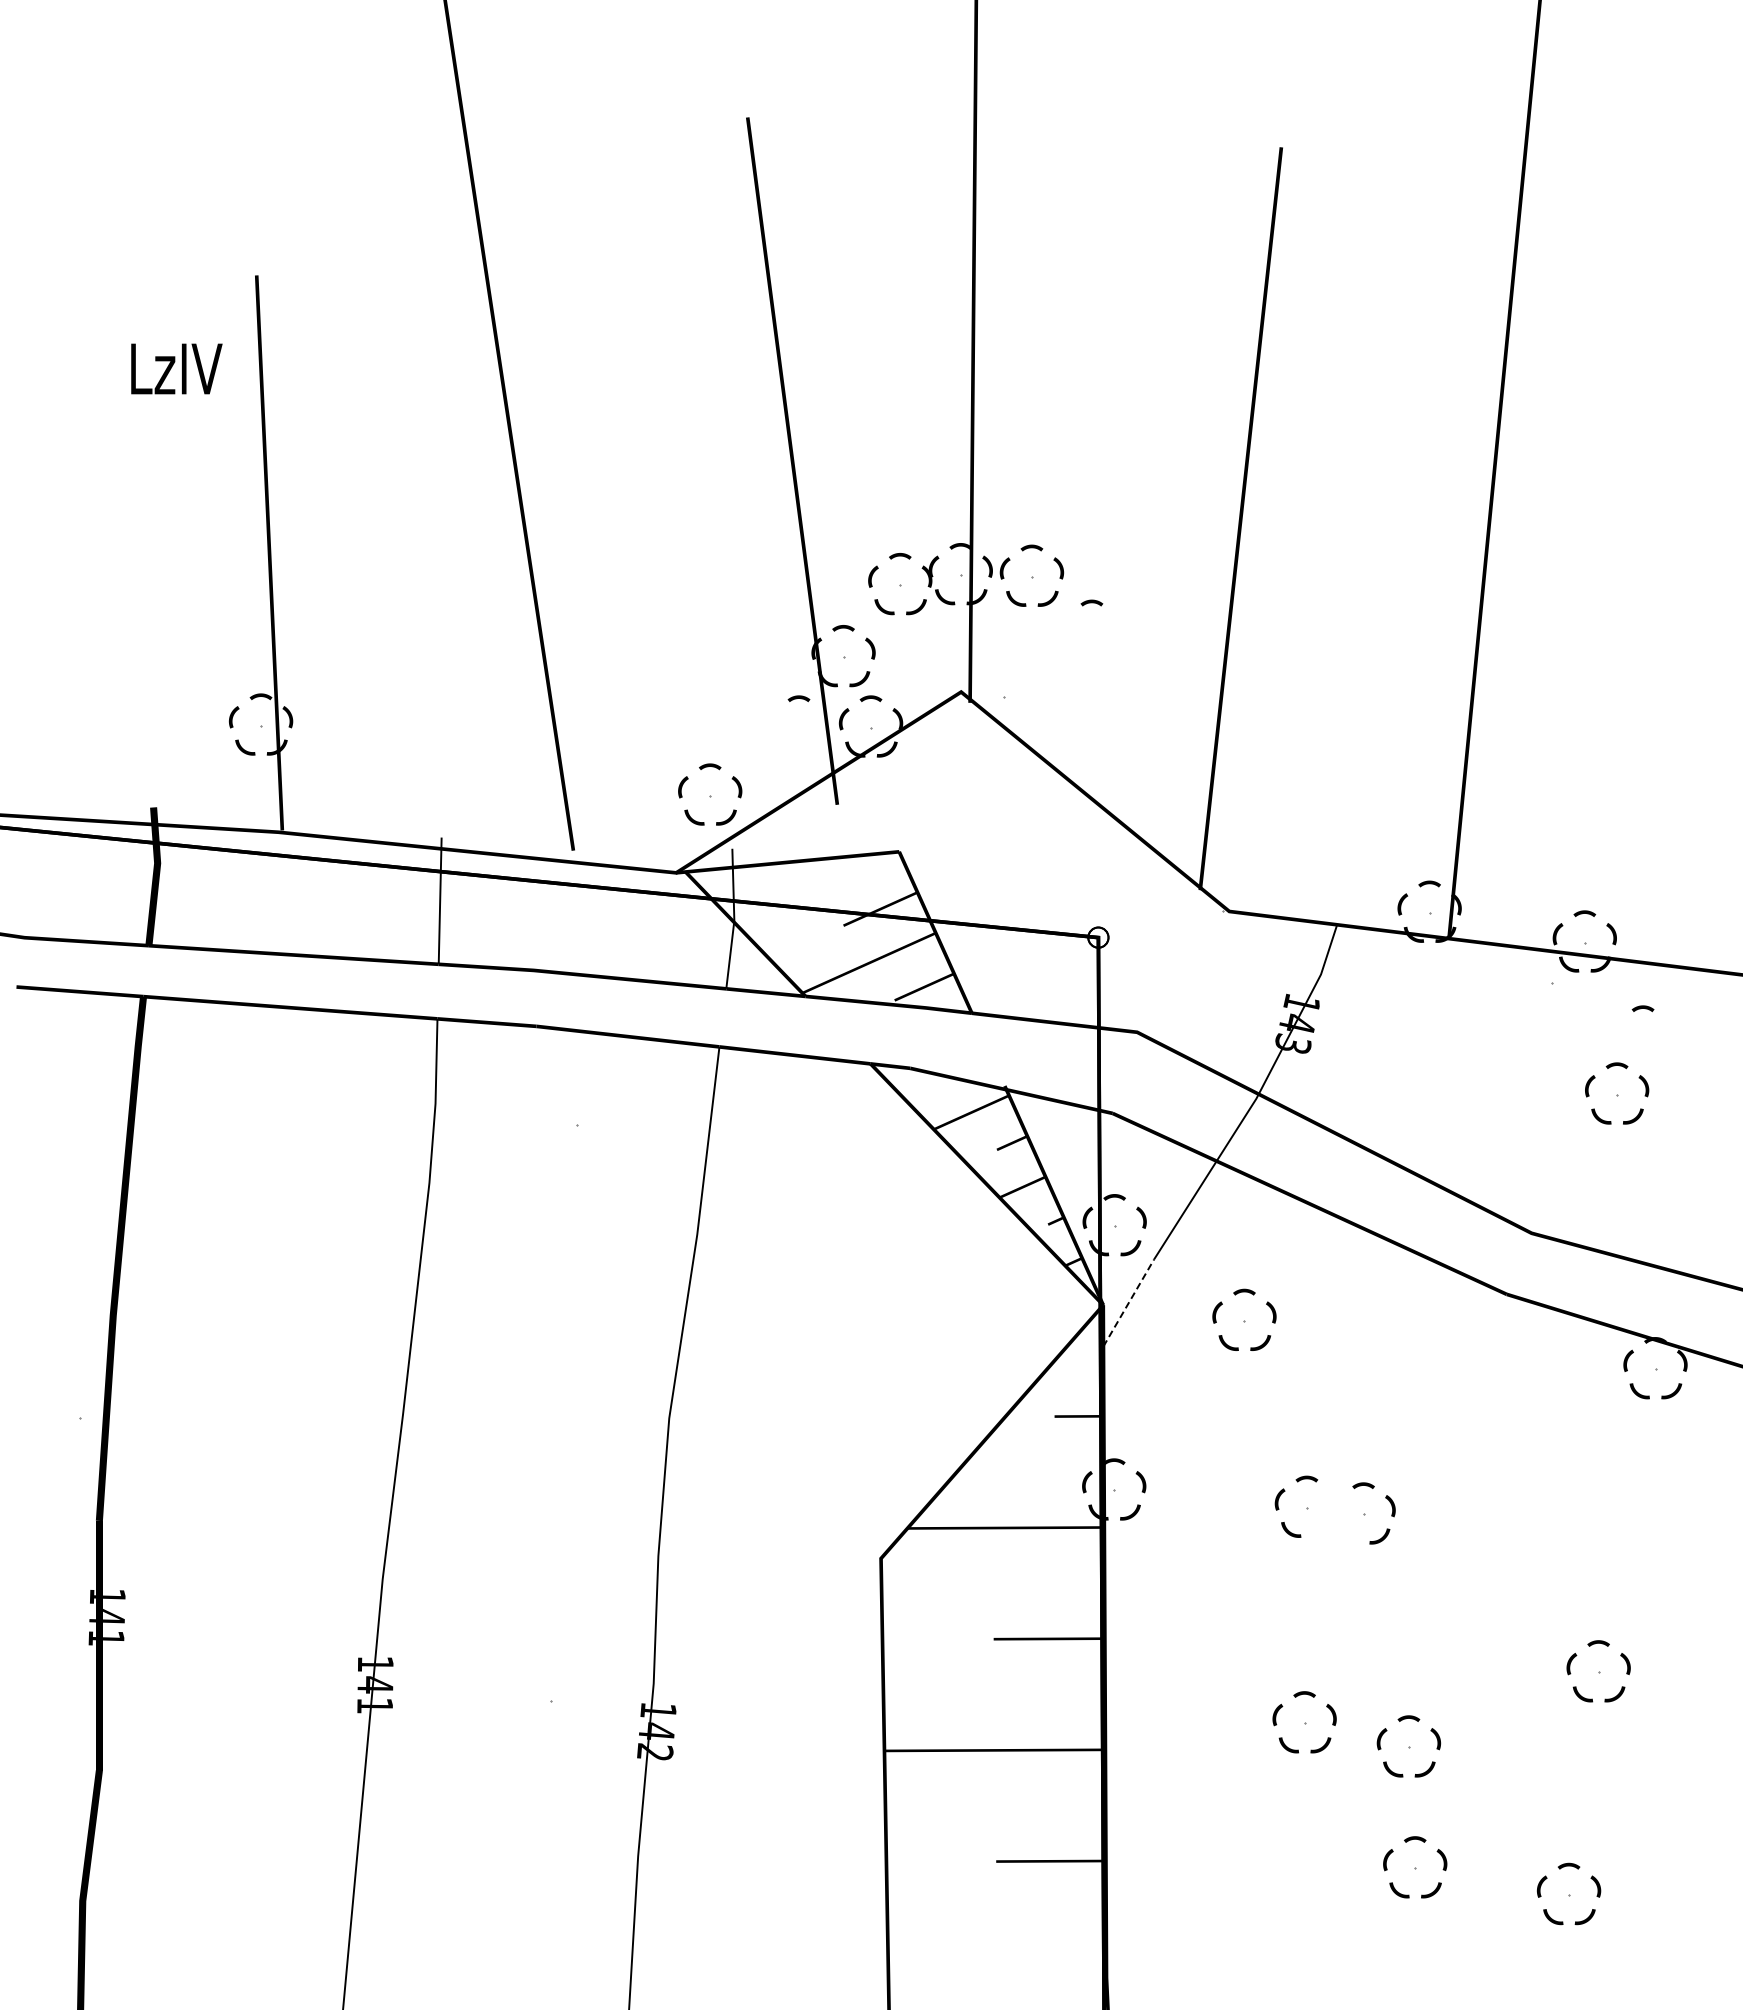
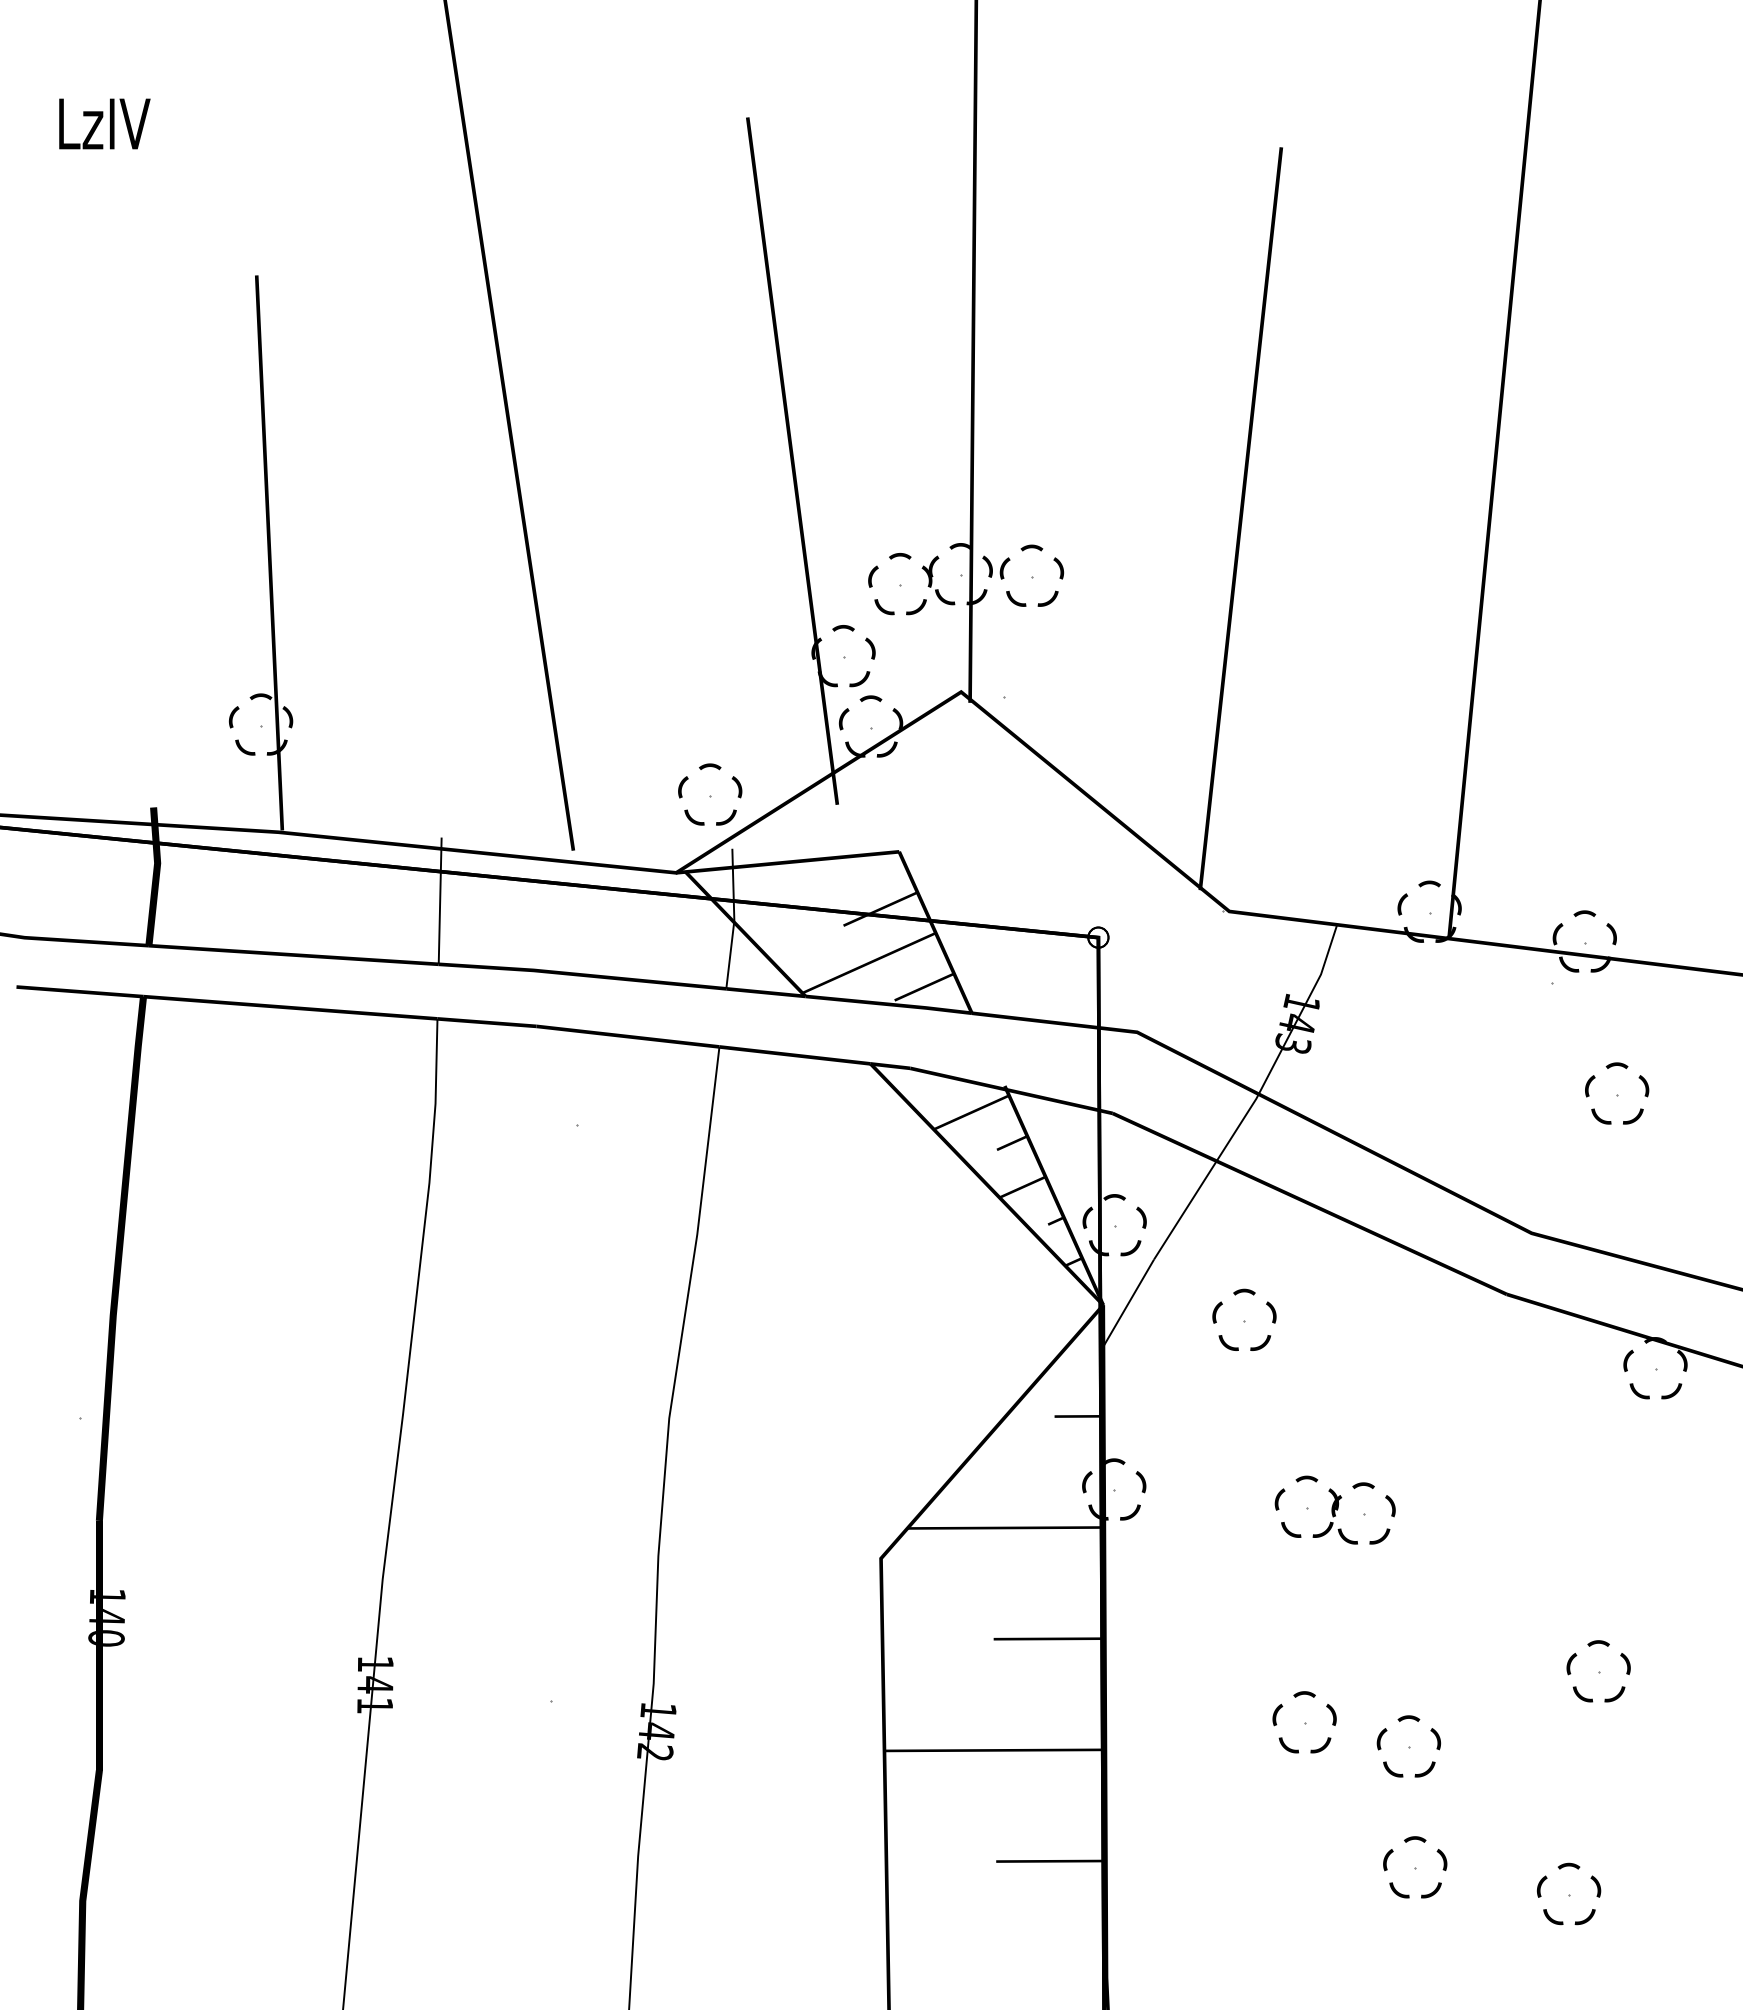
text at (176, 368) position: (176, 368) -> (104, 123)
curve at (1091, 602): present -> none
curve at (798, 698): present -> none
curve at (1642, 1008): present -> none
line at (1129, 1302): dashed -> solid
part at (1334, 1516): none -> present
text at (106, 1638): 141 -> 140
